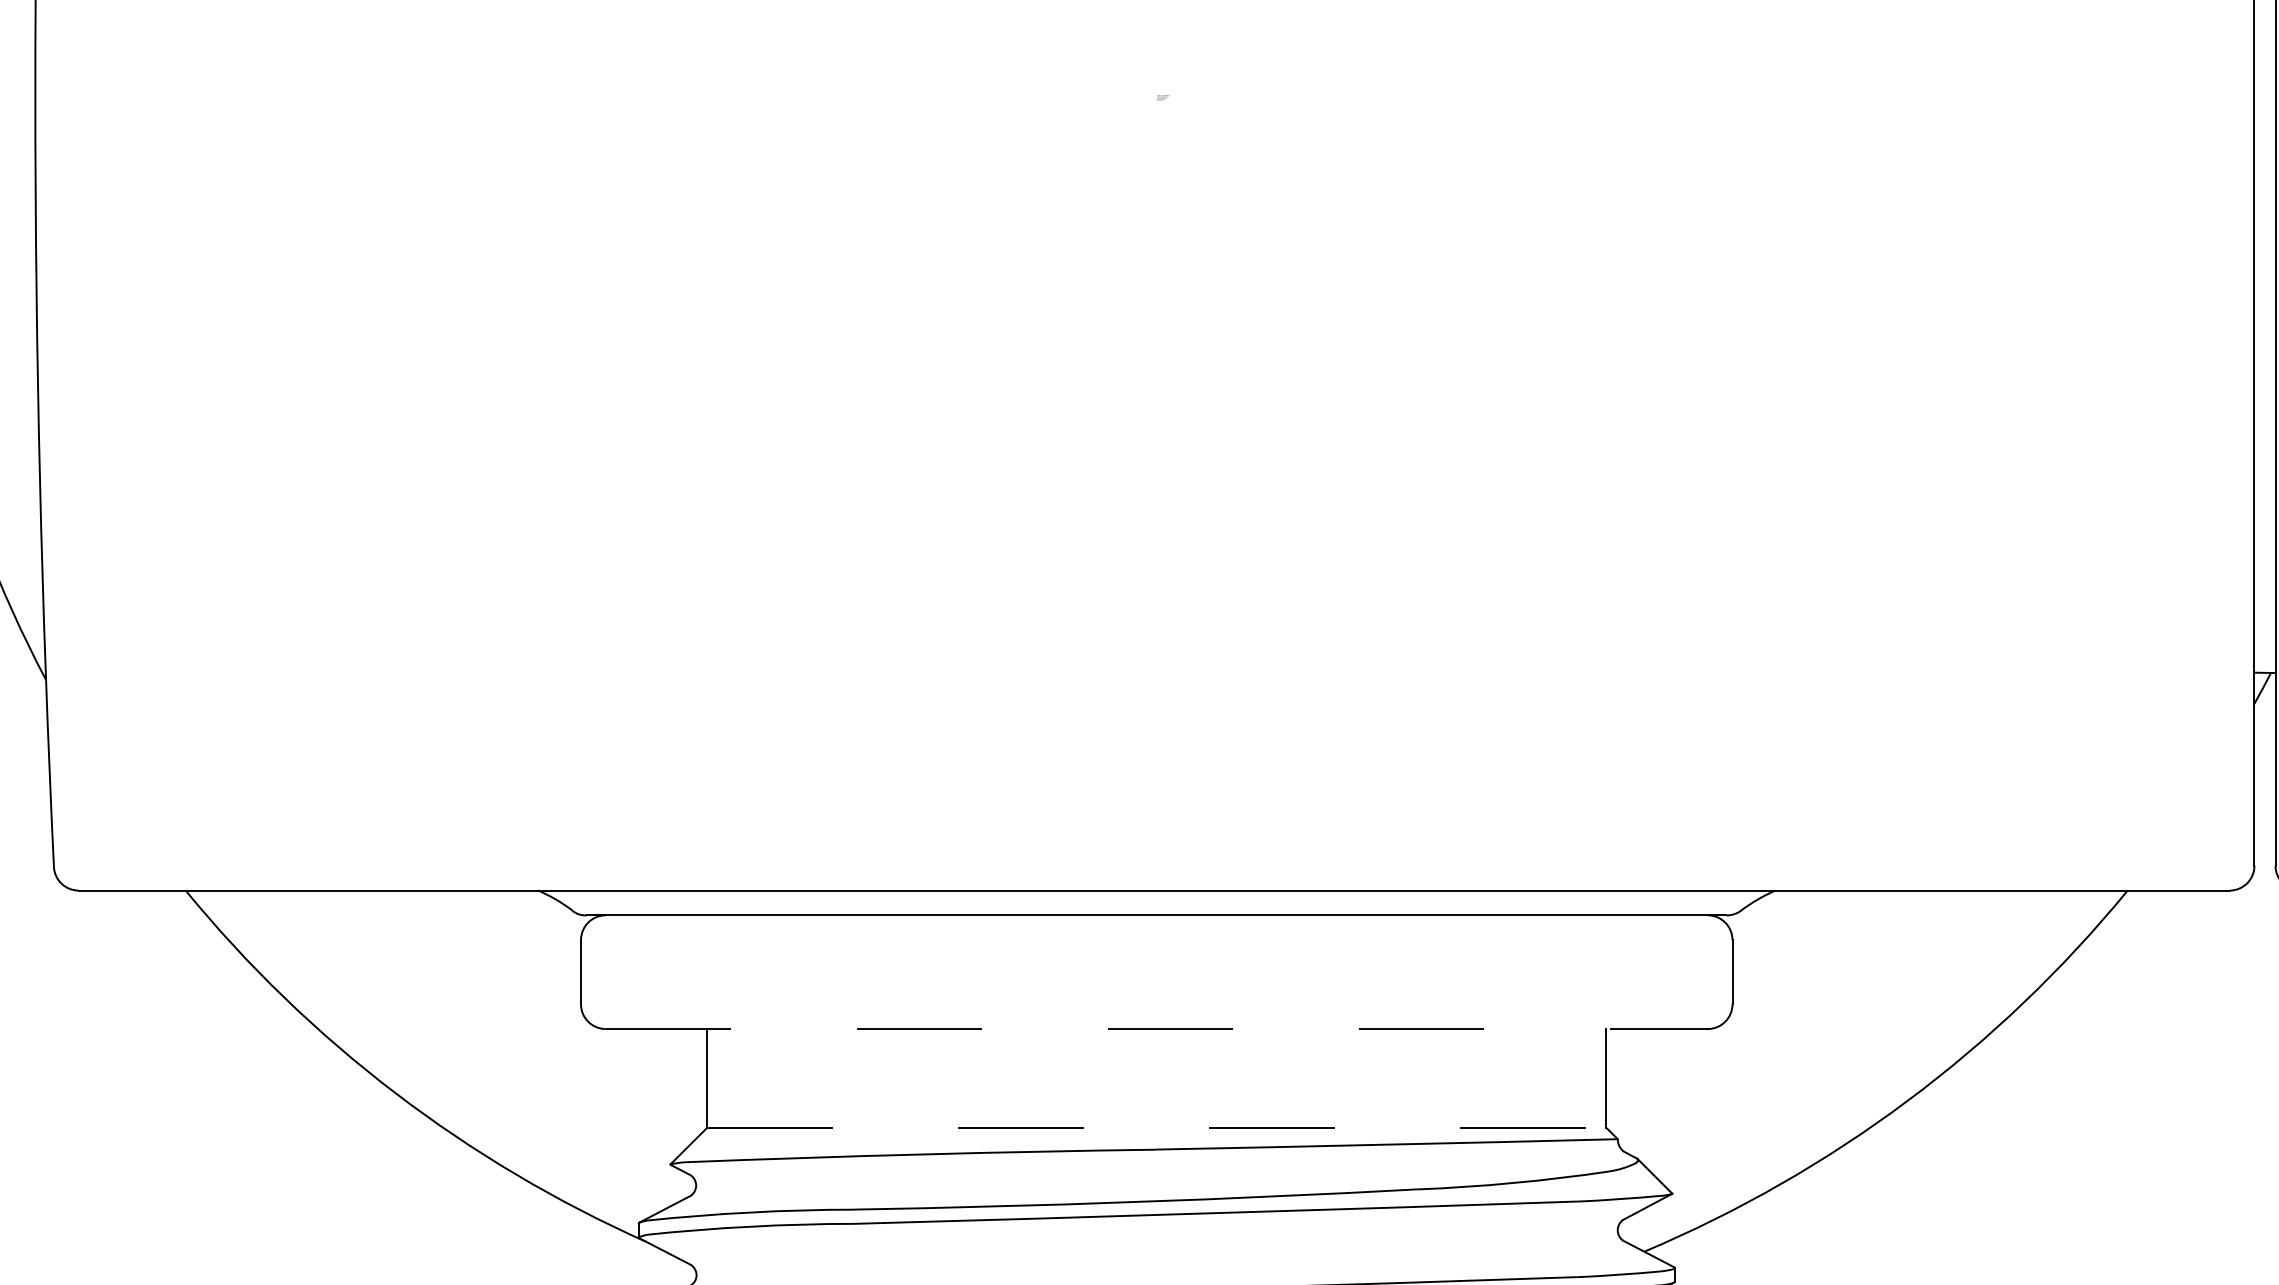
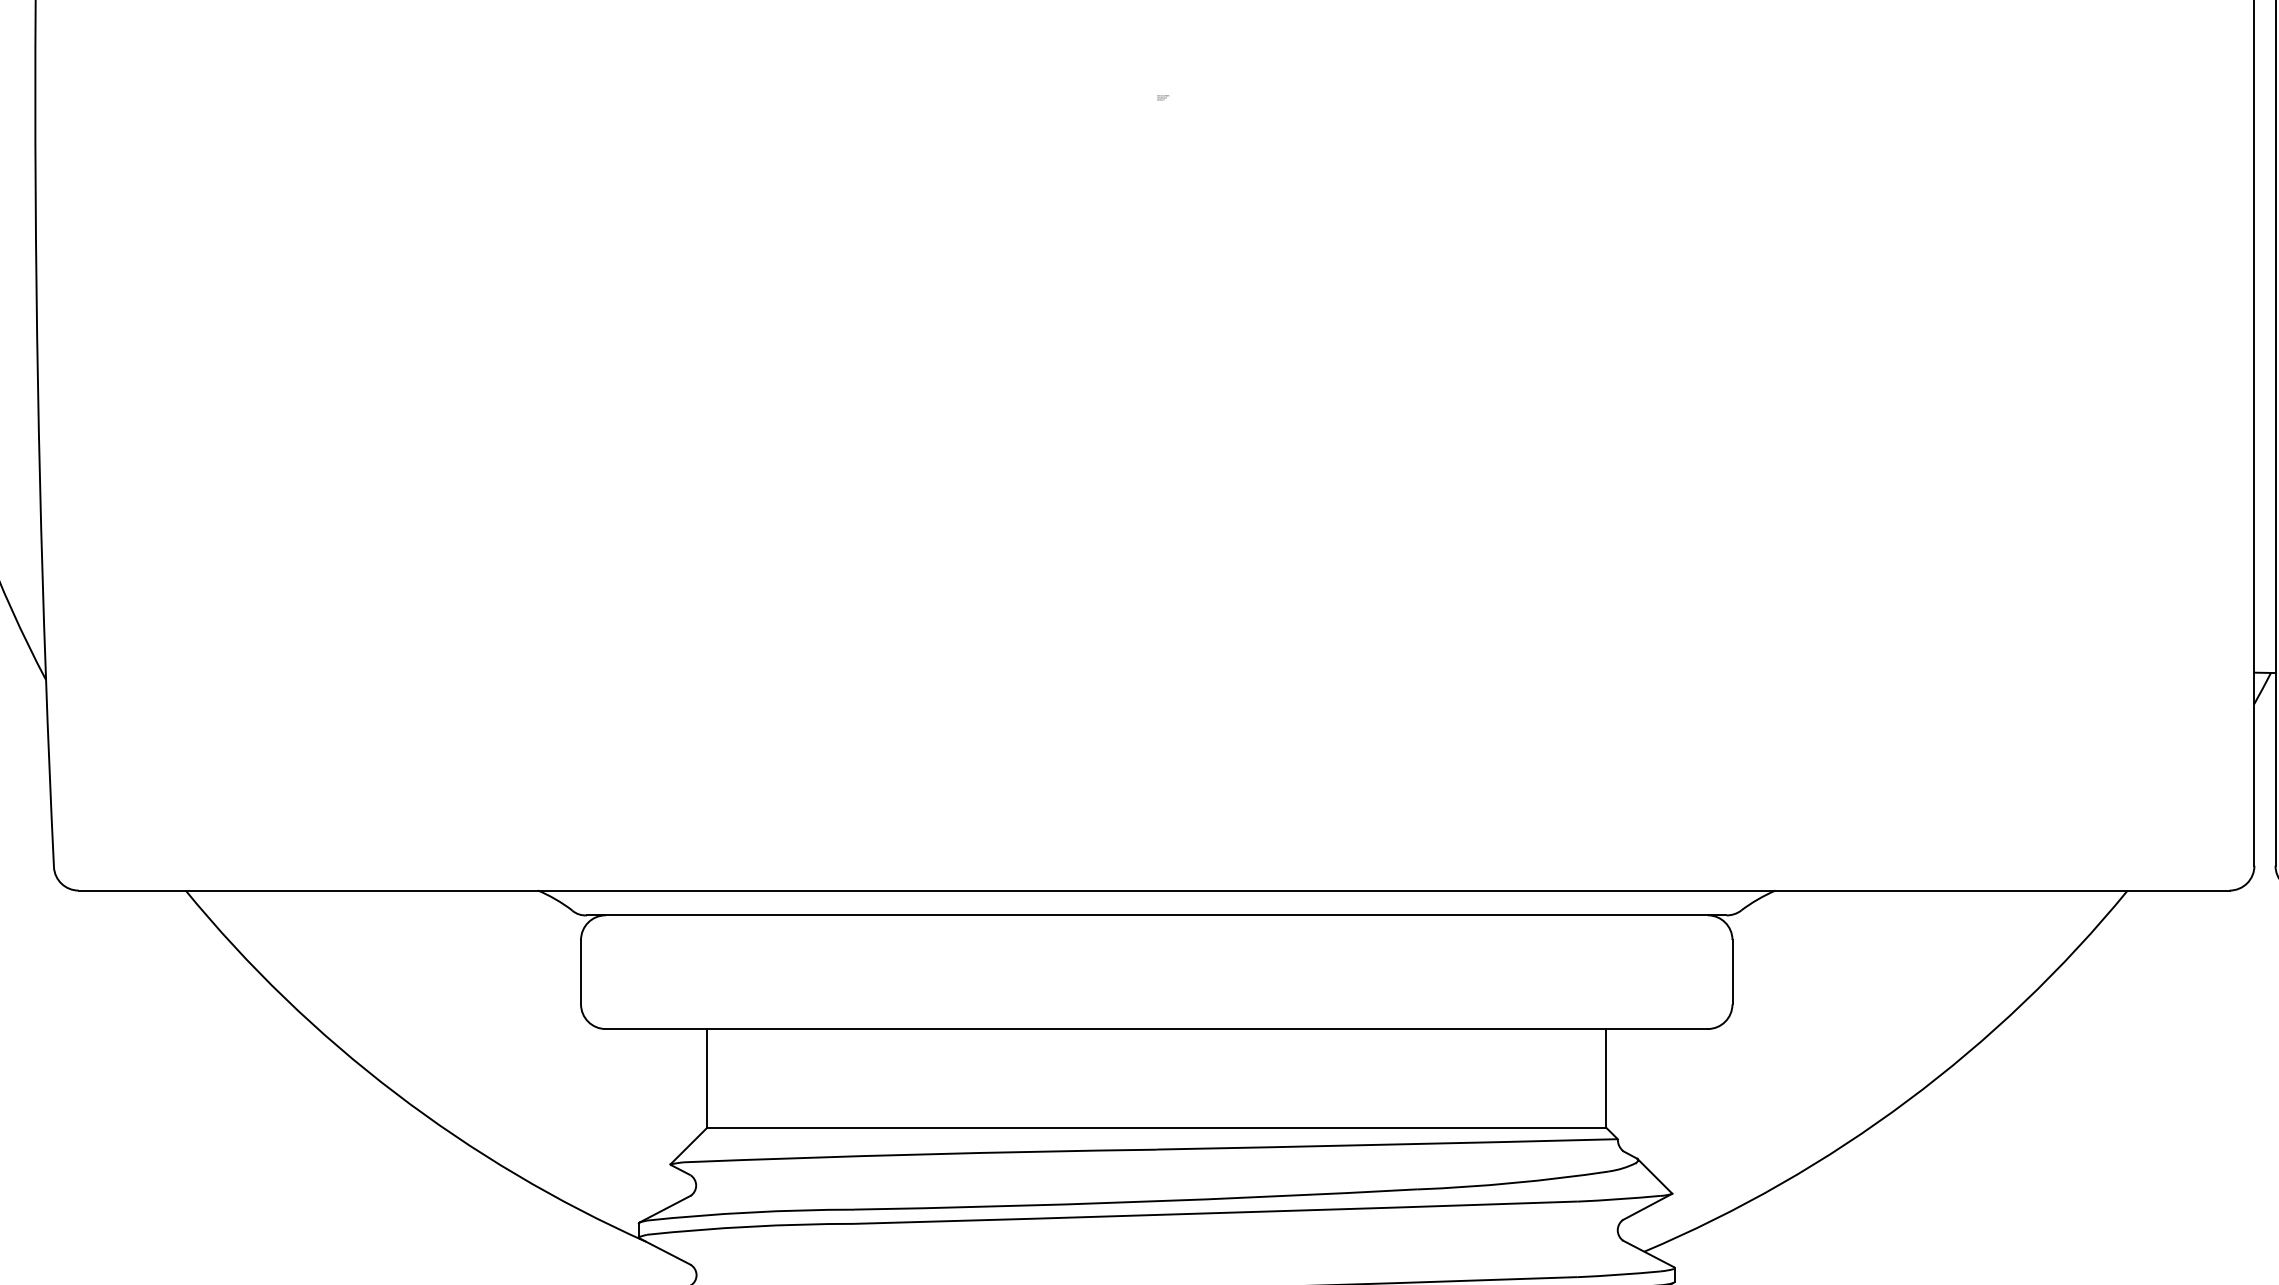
line at (1157, 1029): dashed -> solid
line at (1156, 1127): dashed -> solid
